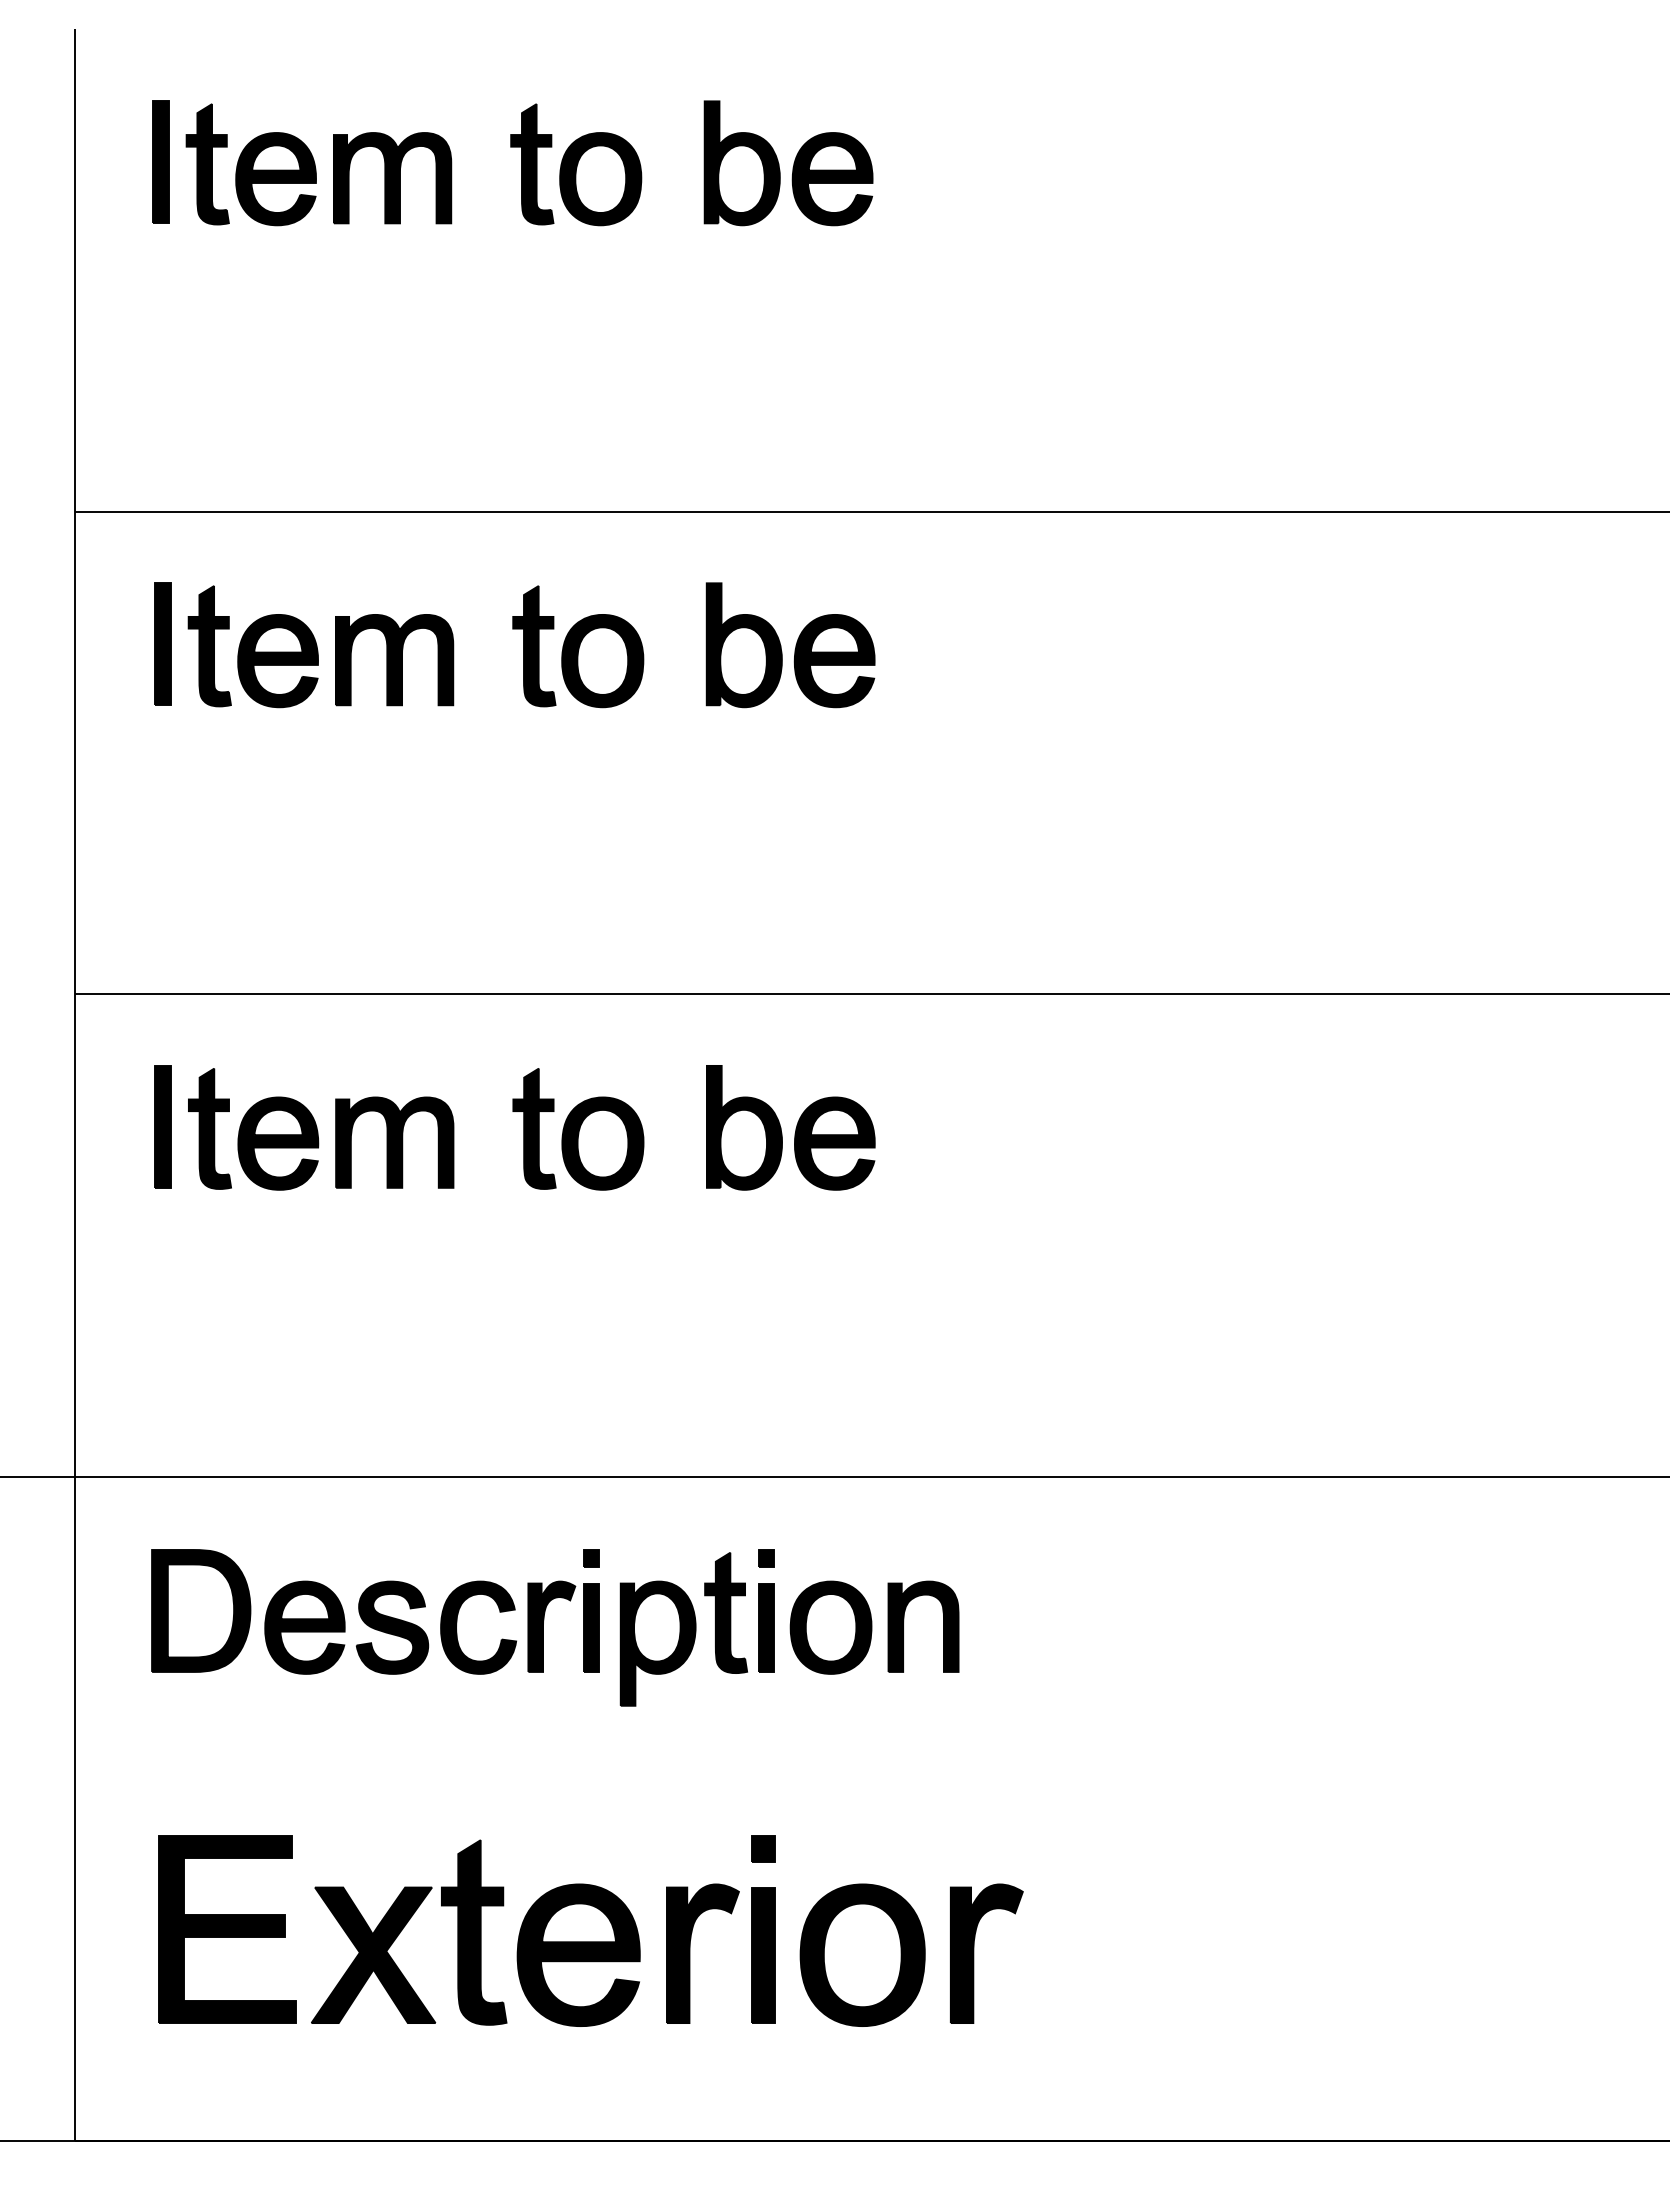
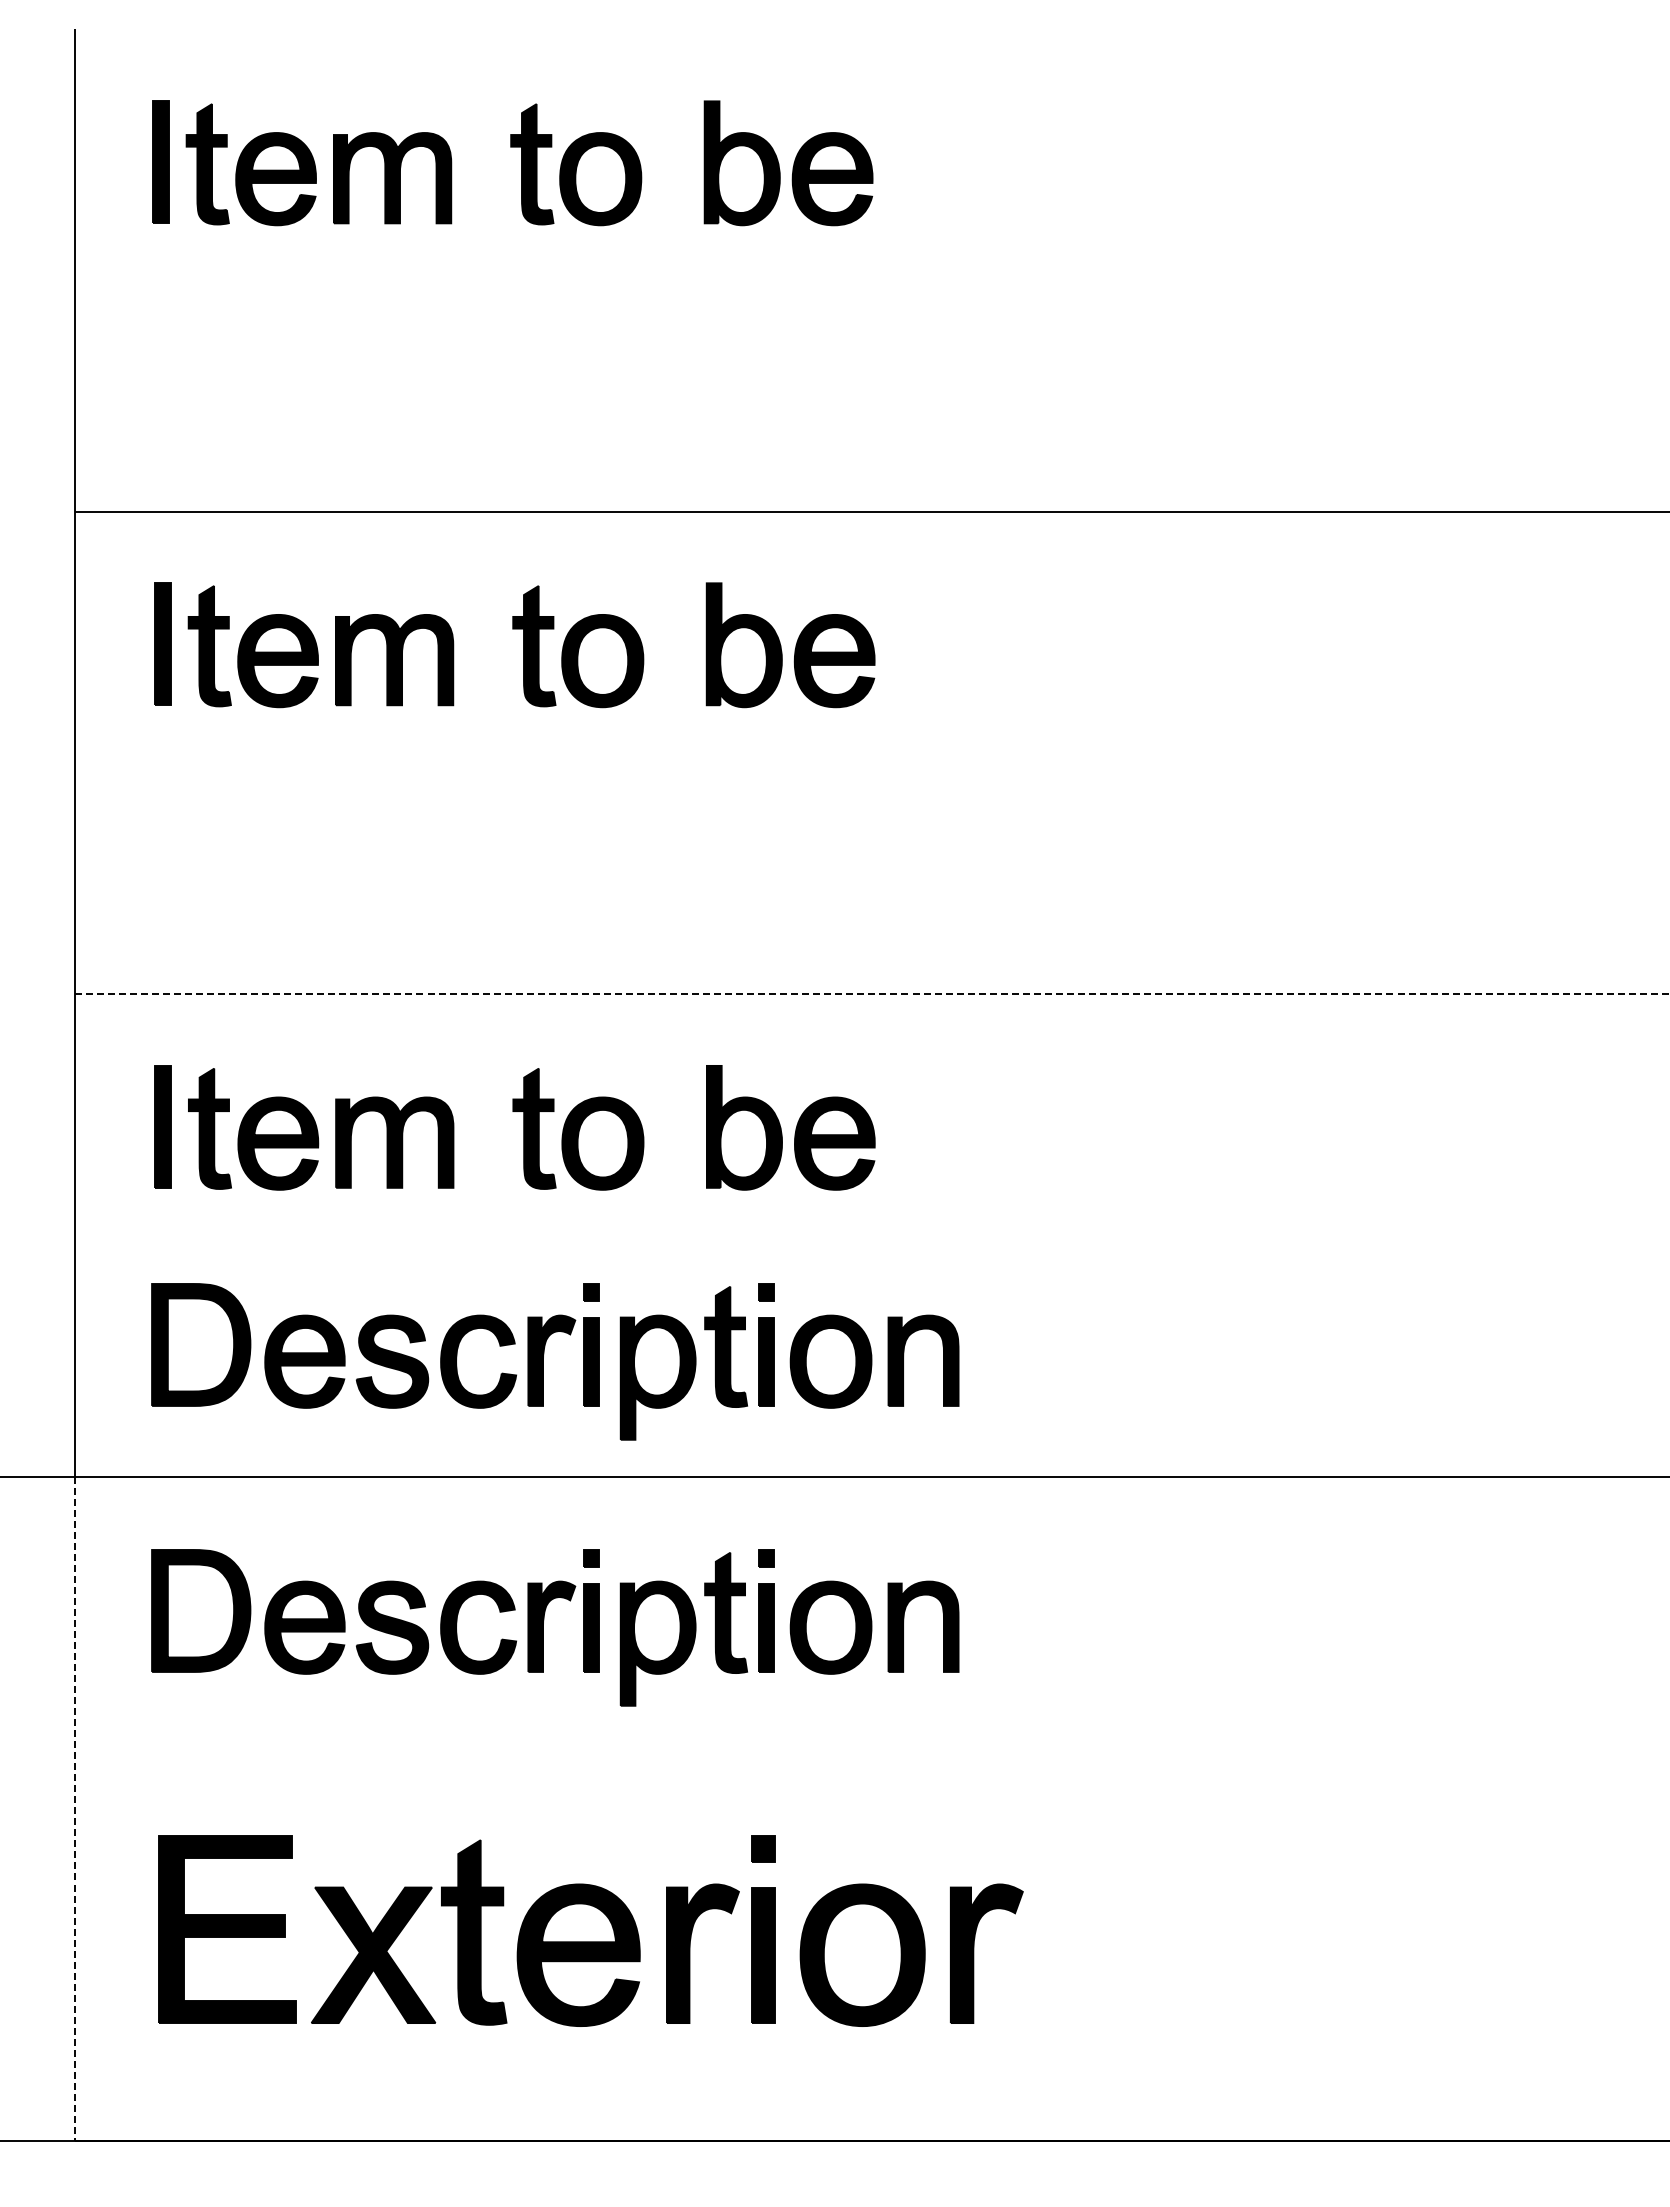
line at (872, 994): solid -> dashed
part at (543, 1361): none -> present
line at (75, 1809): solid -> dashed
